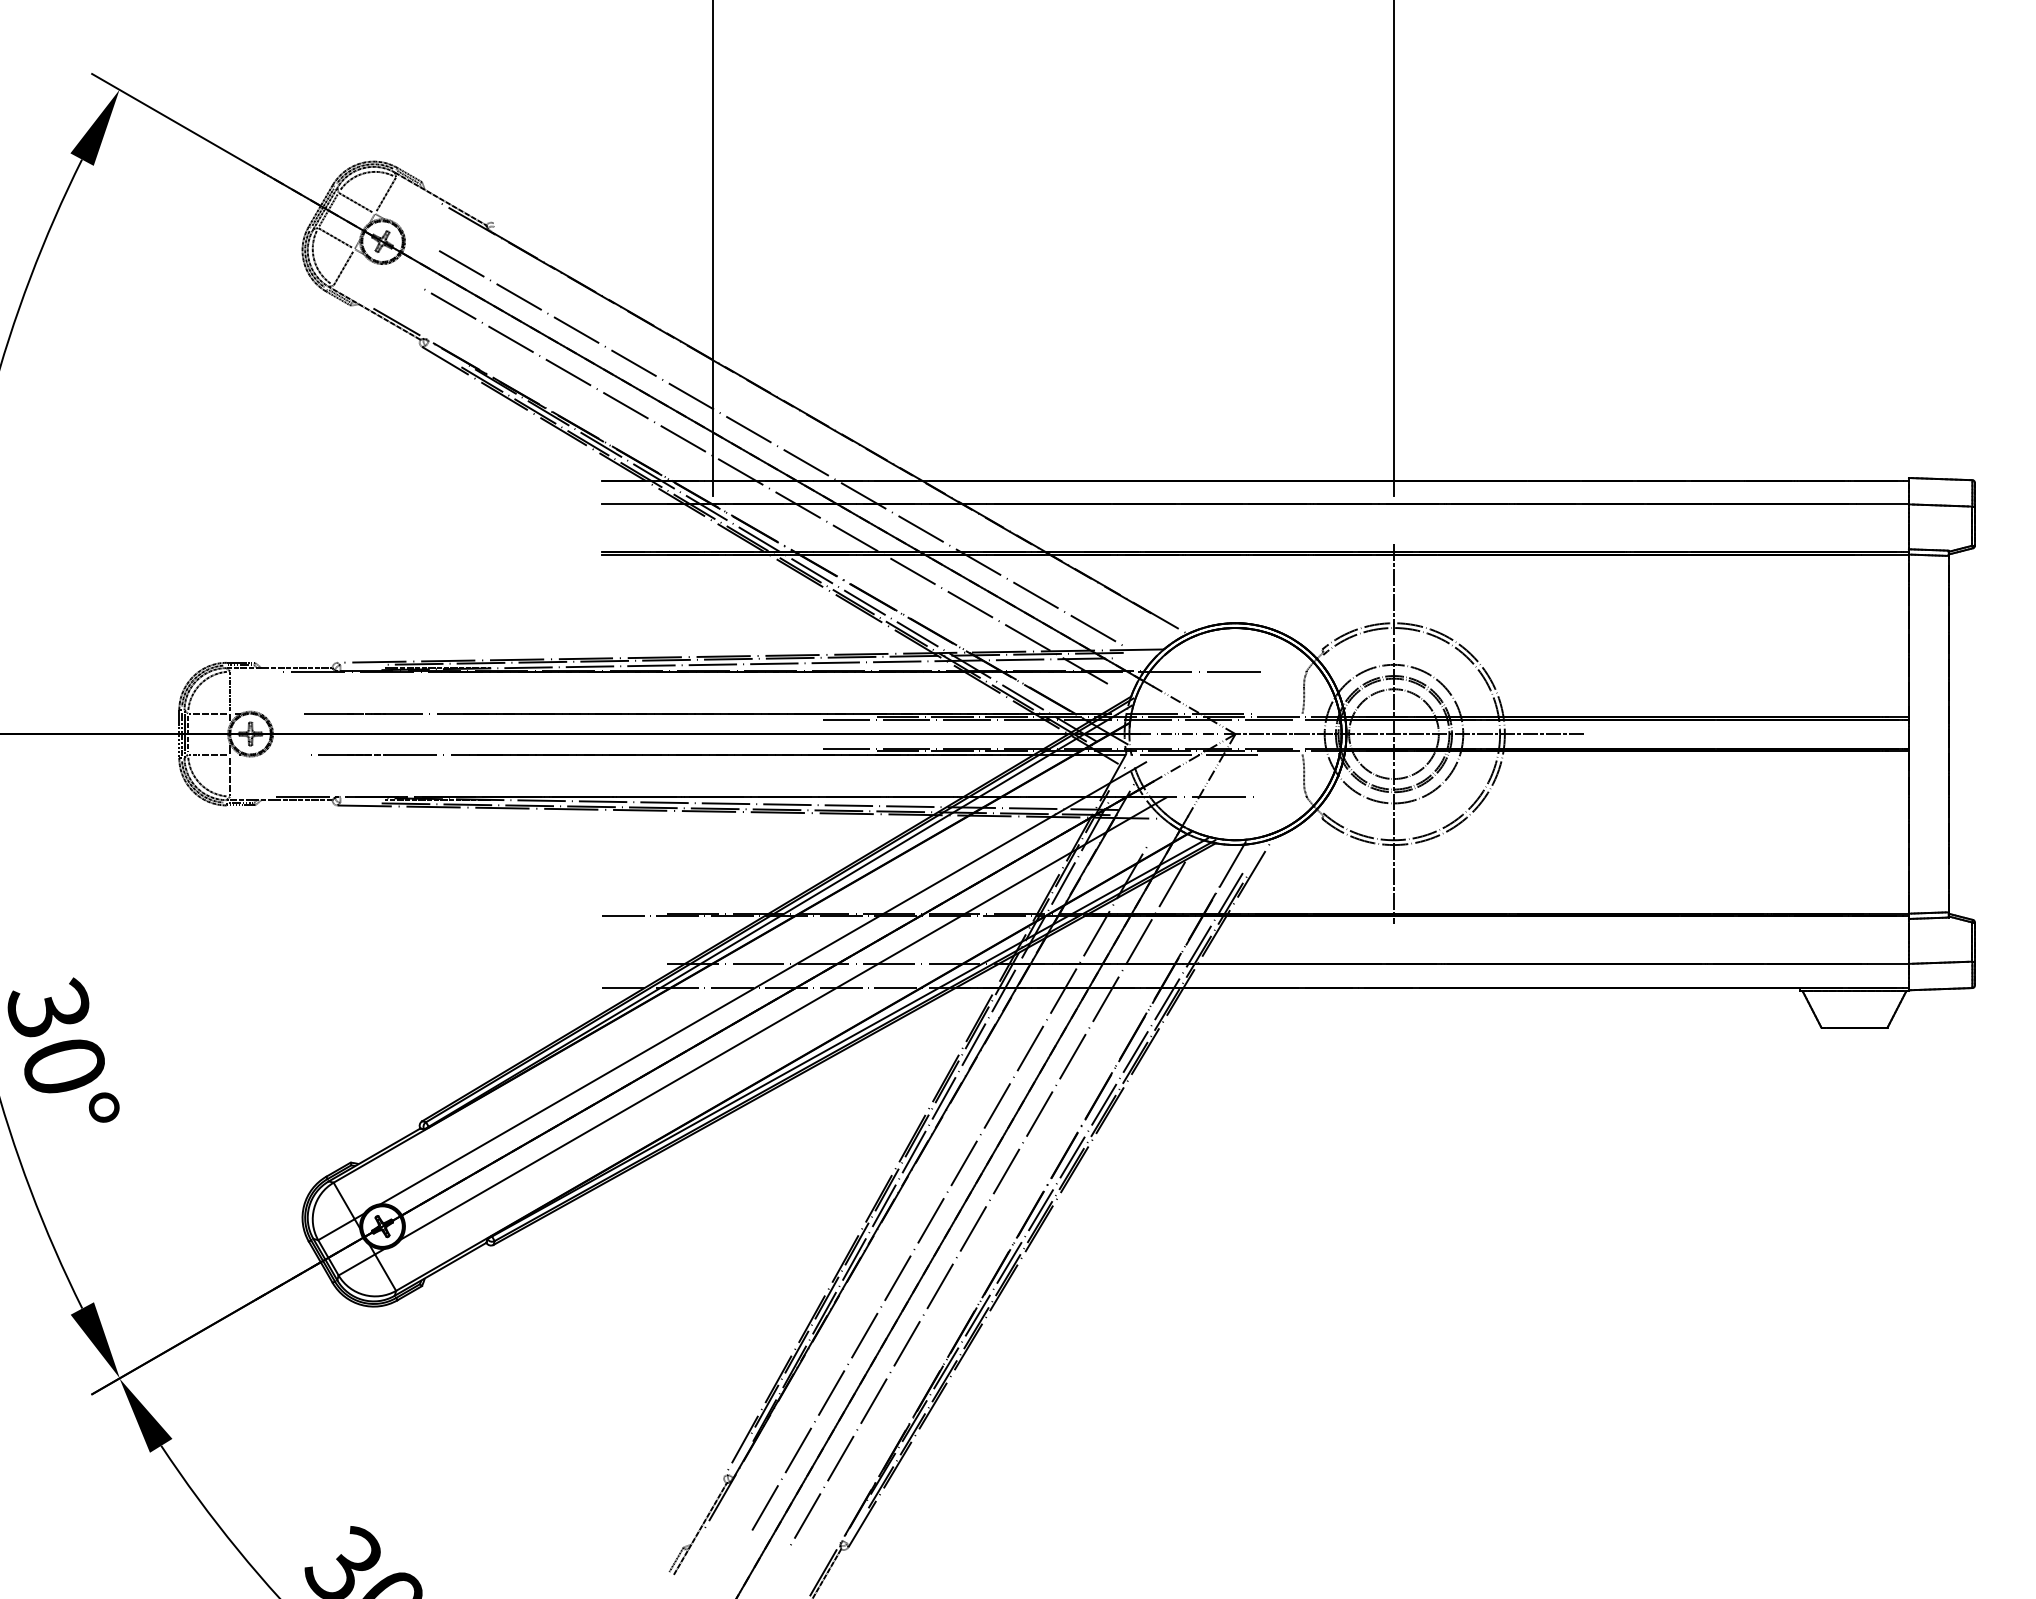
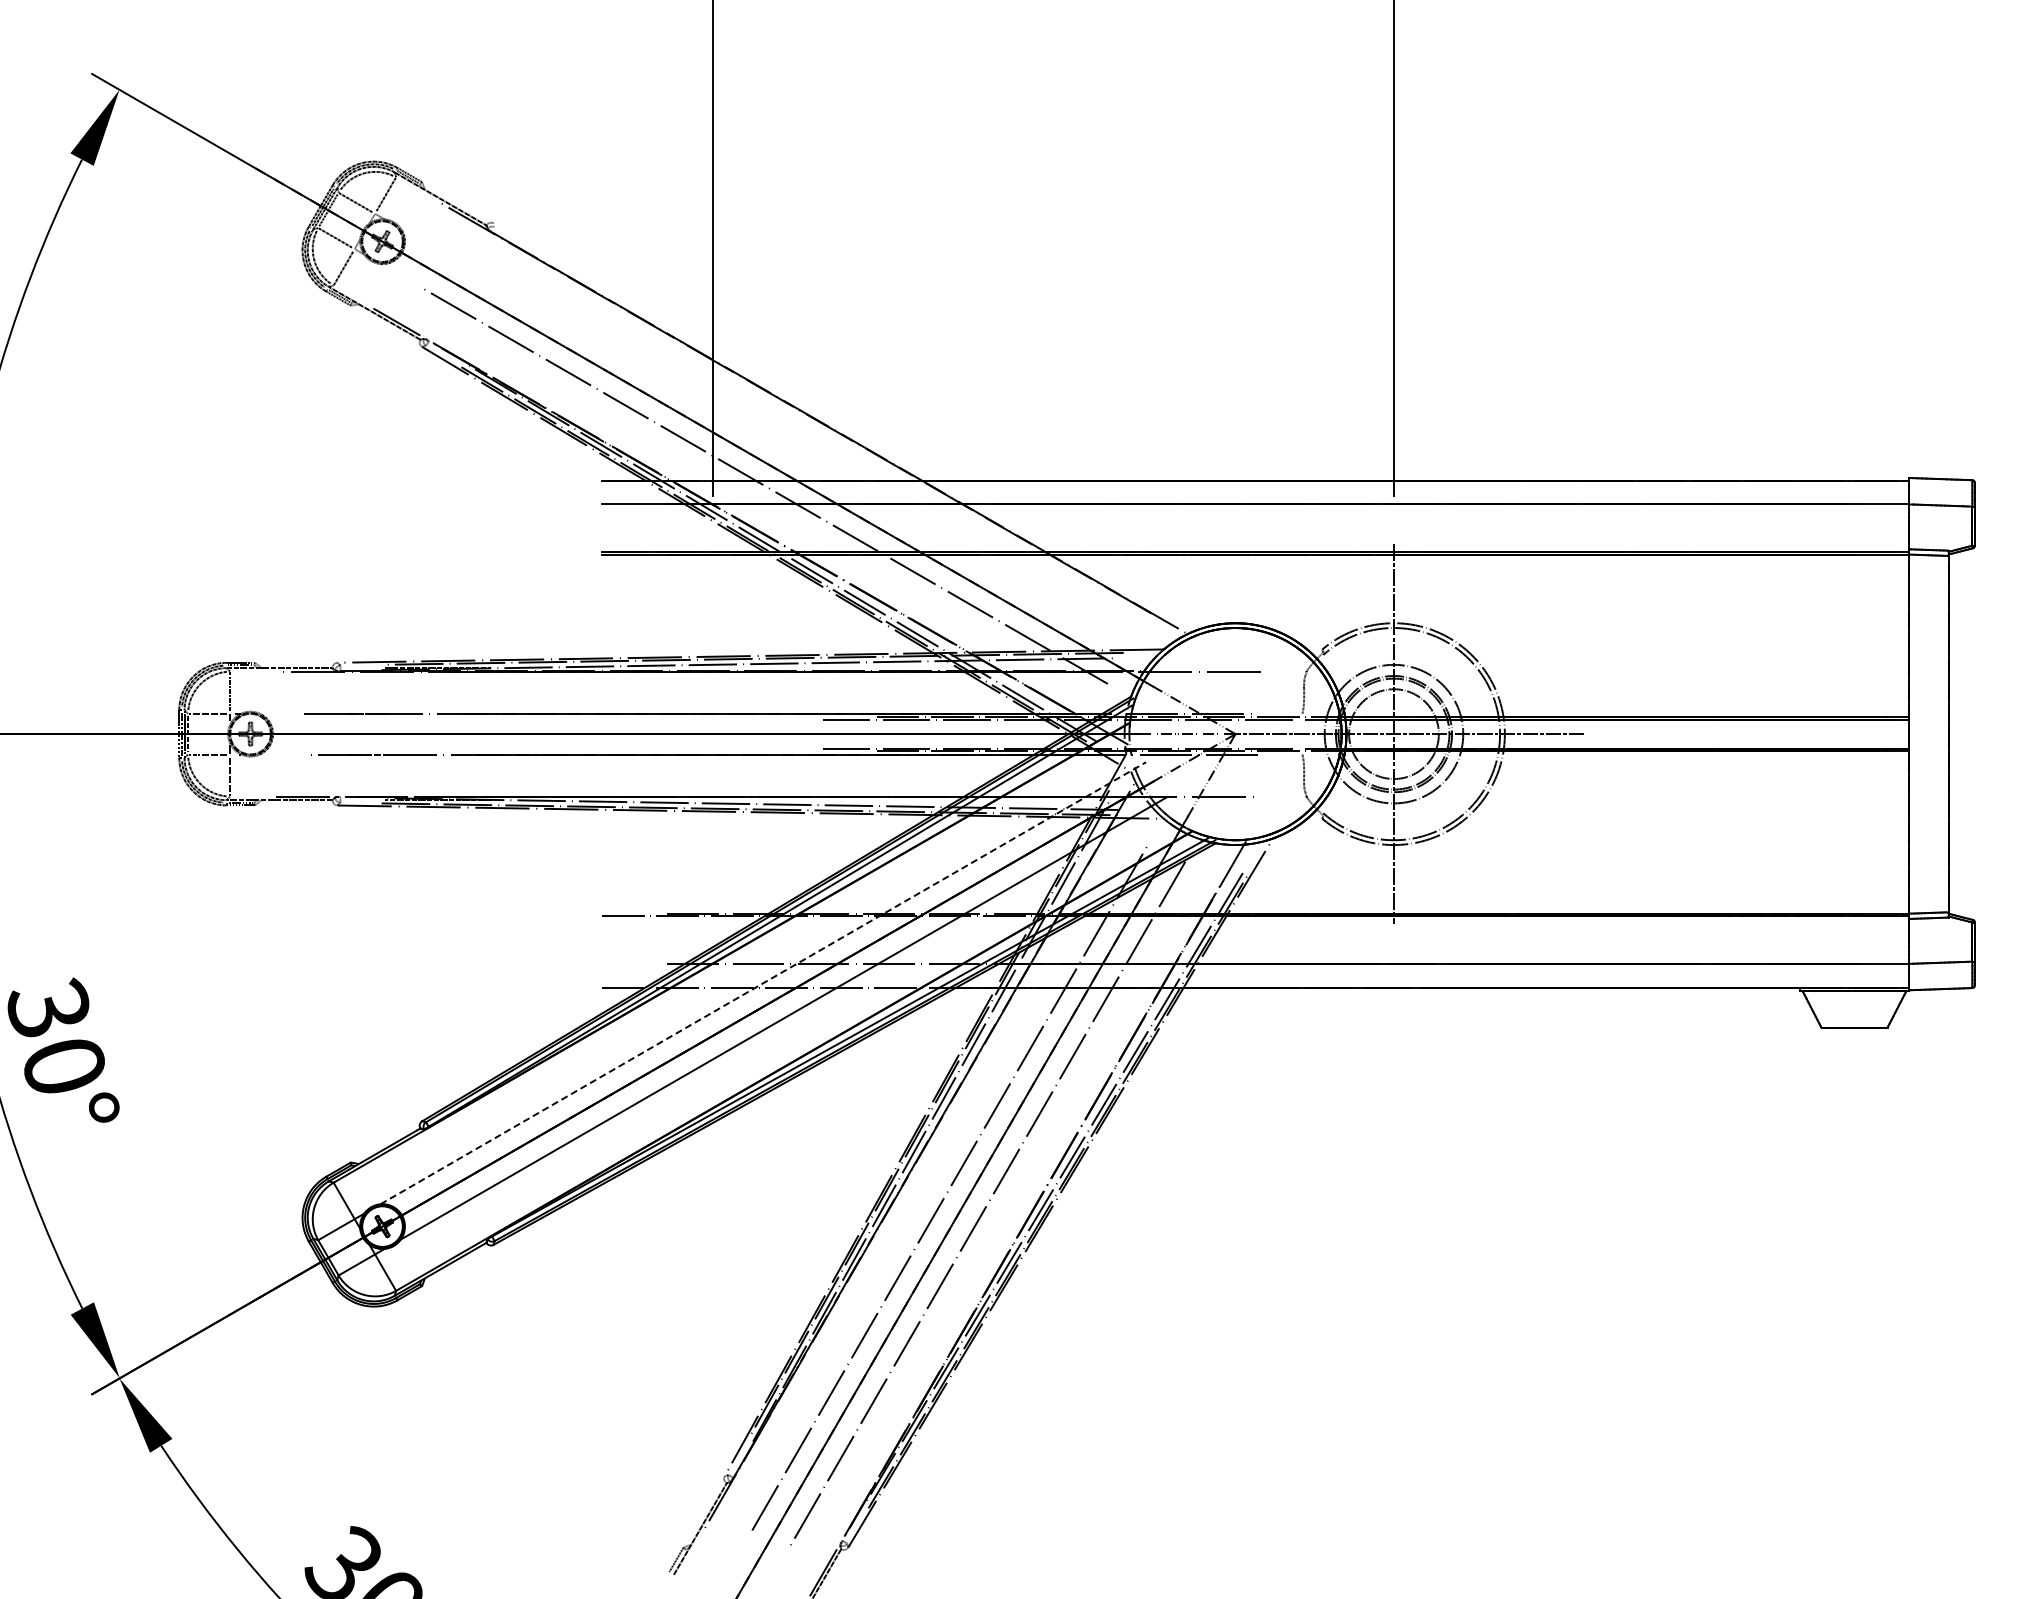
line at (783, 449): present -> none
line at (763, 983): solid -> dashed
